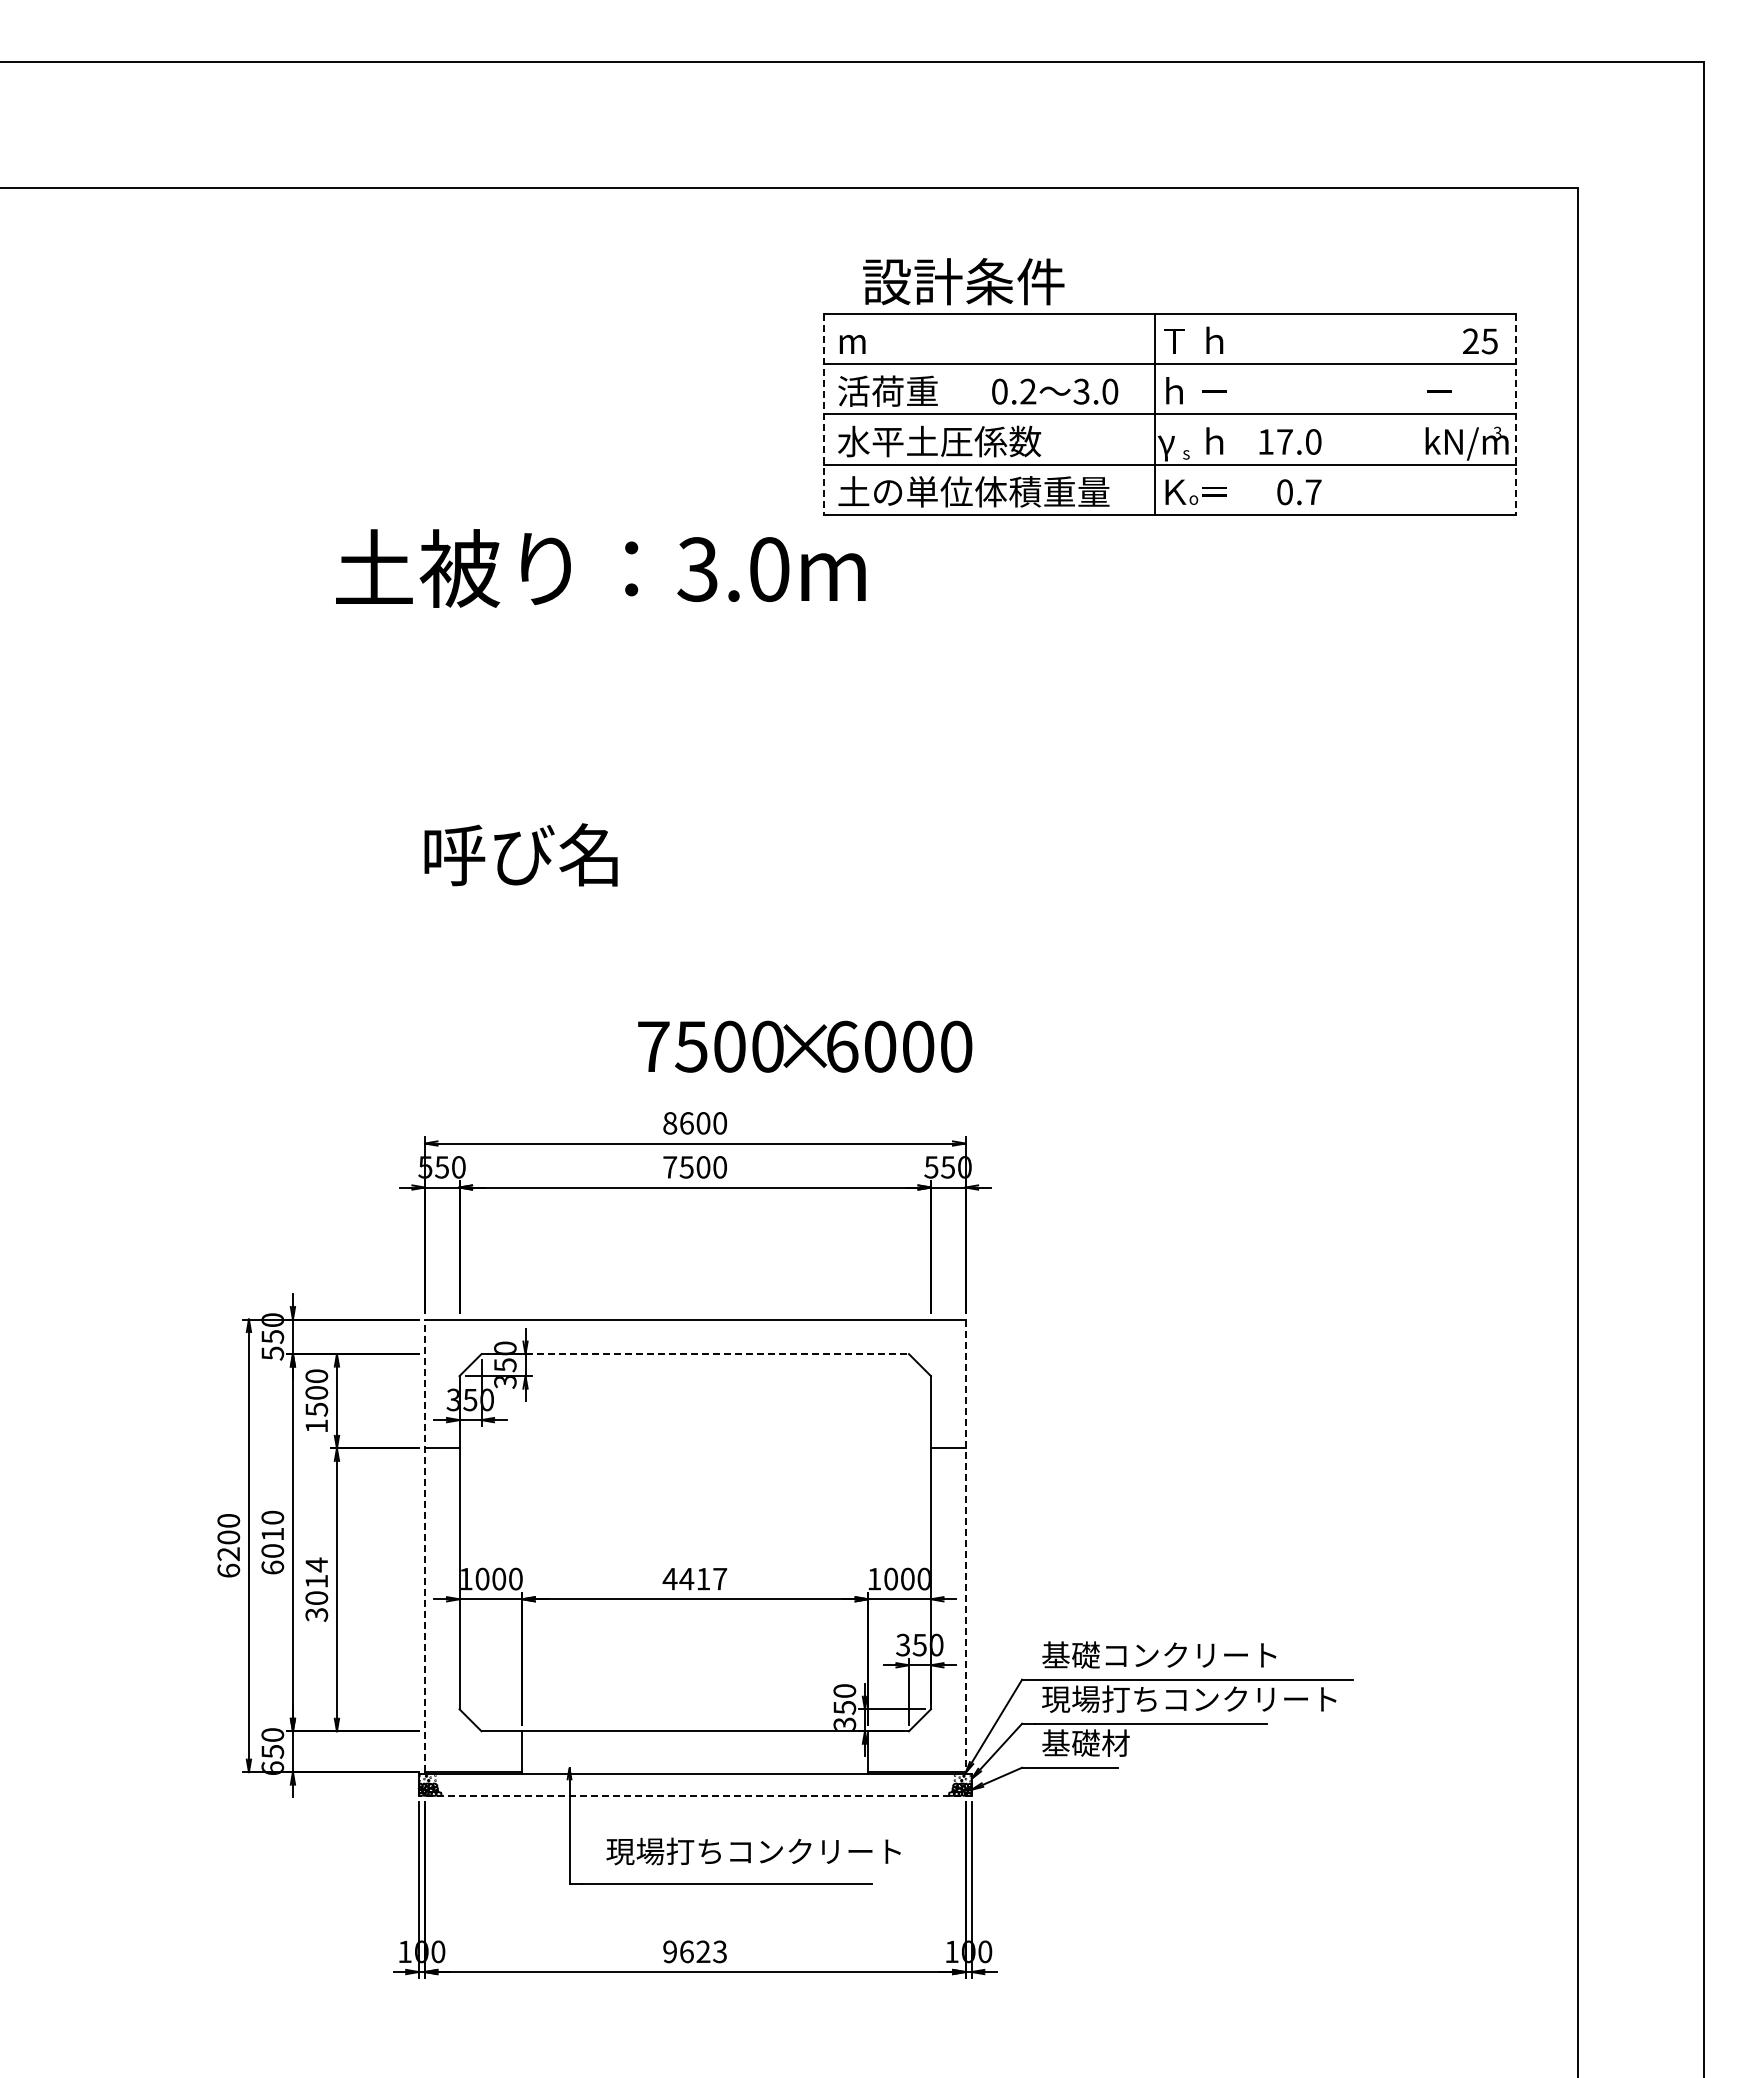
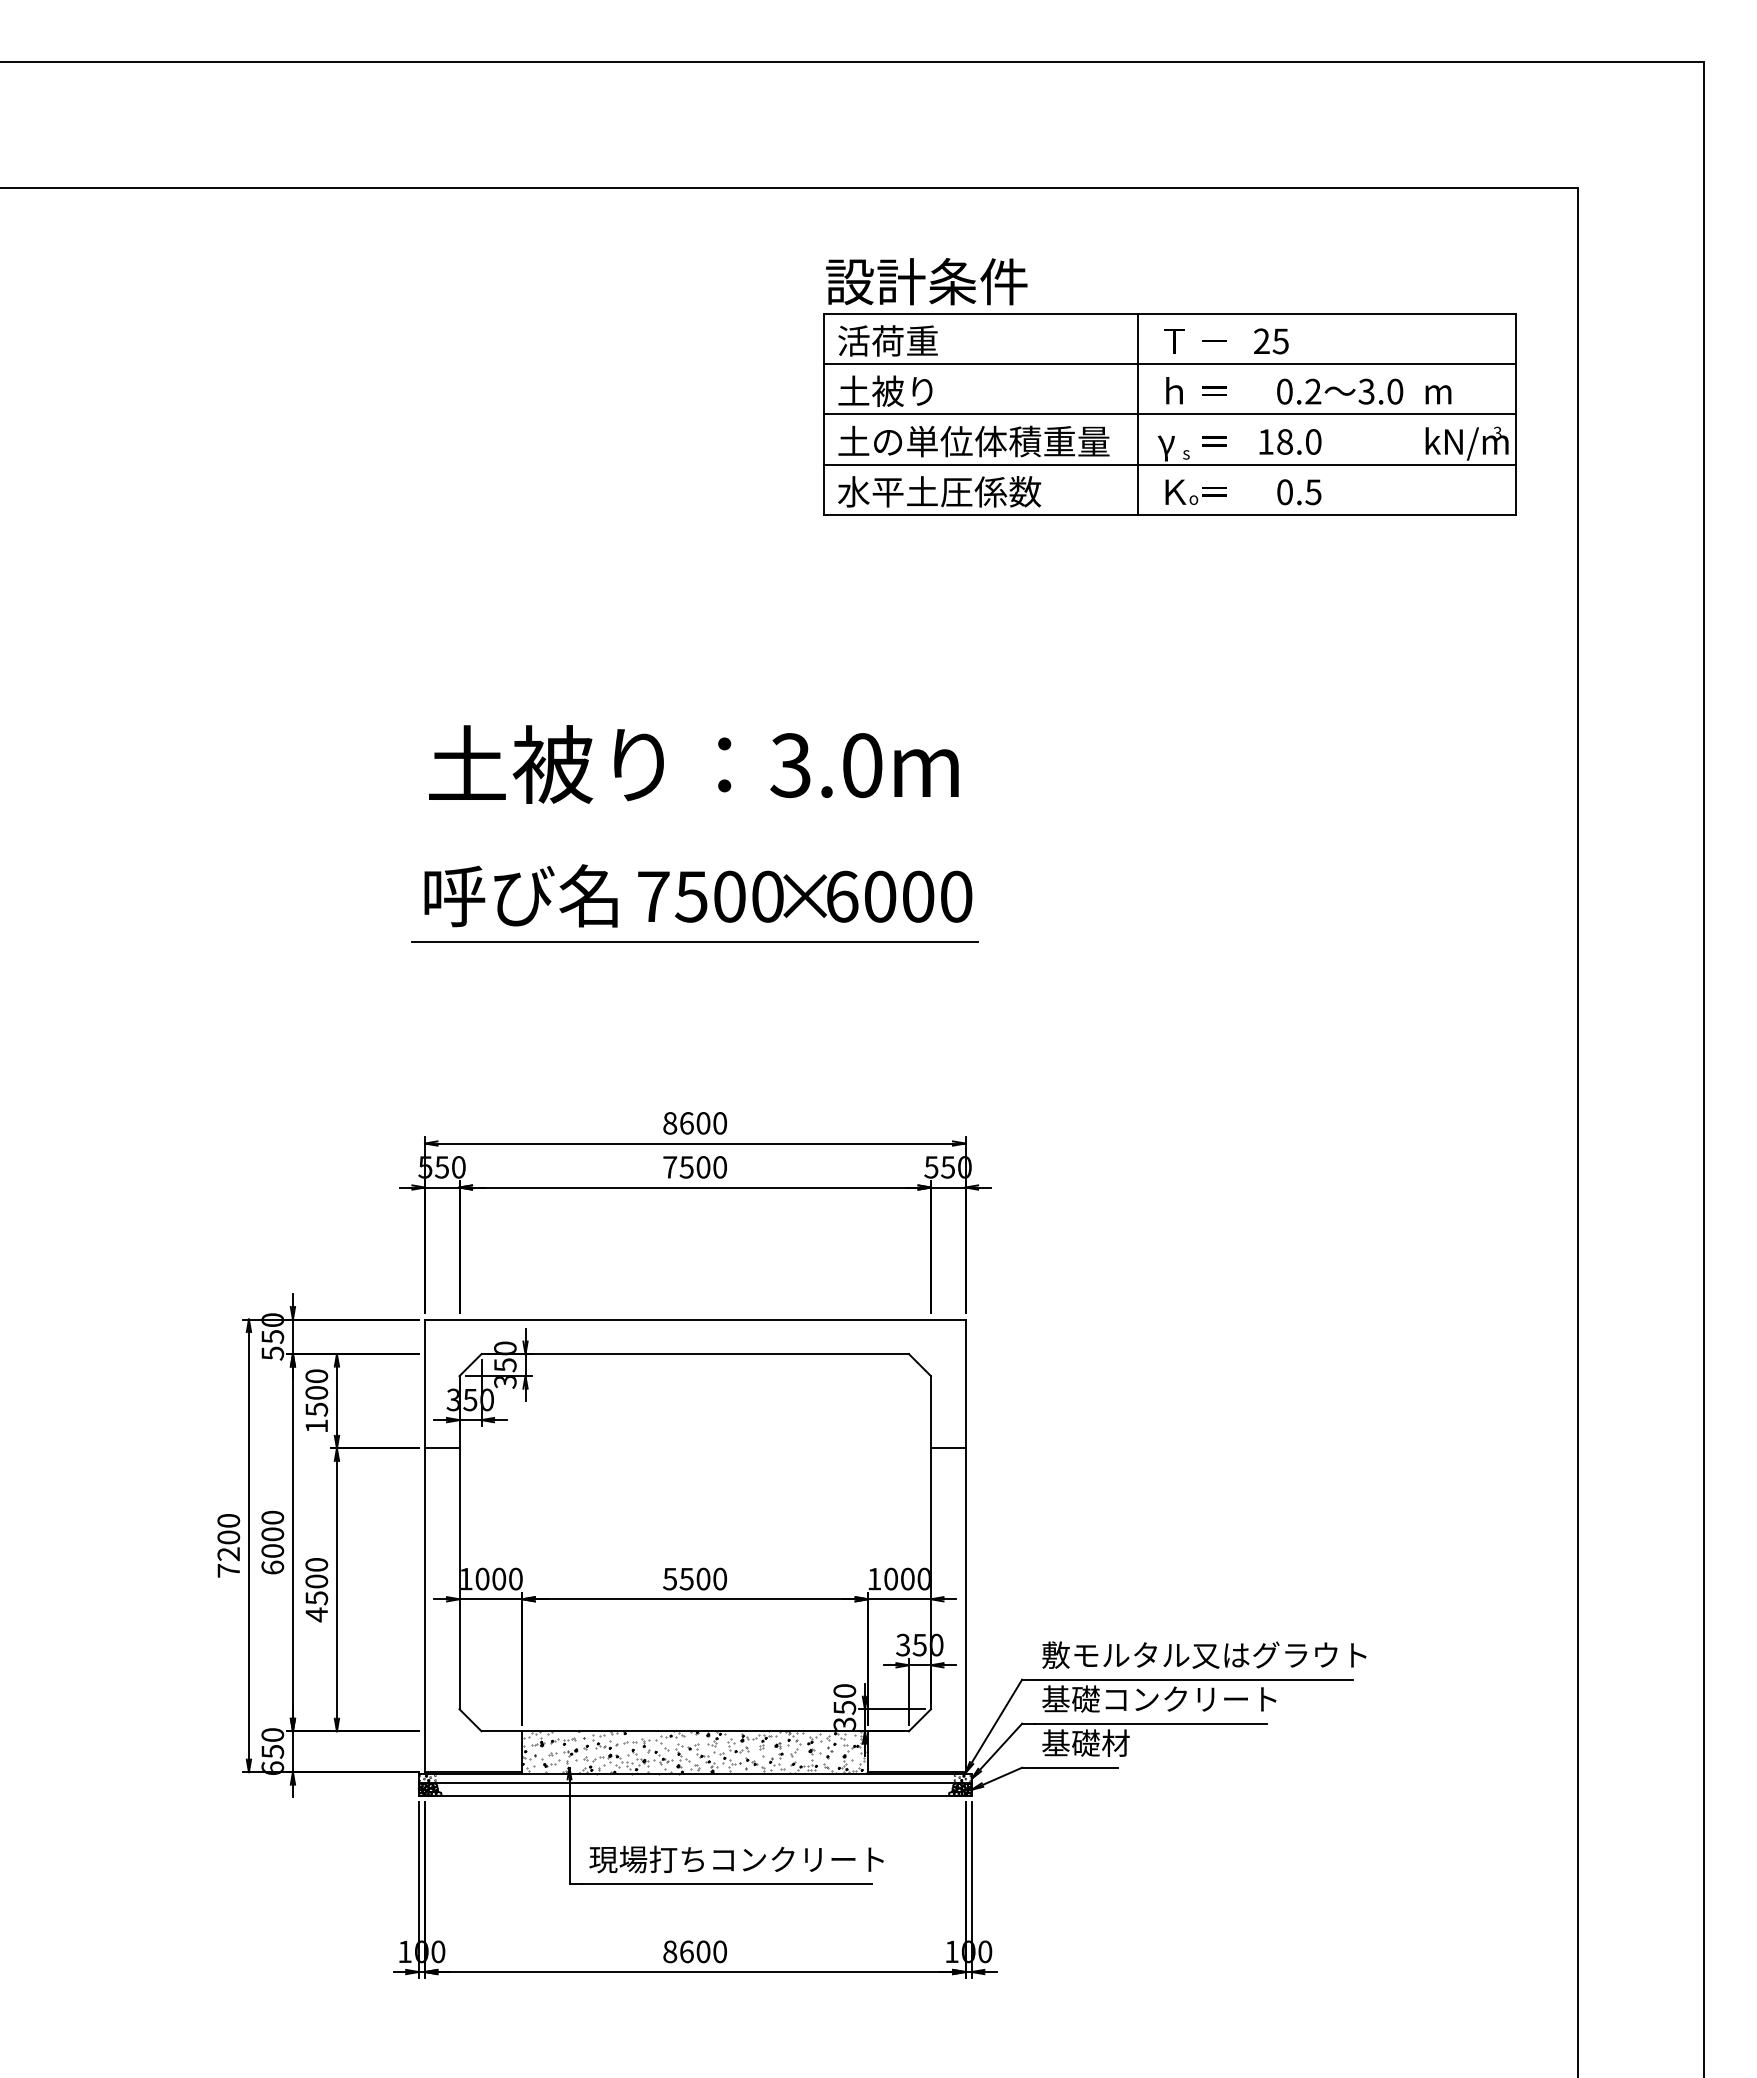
text at (963, 281) position: (963, 281) -> (926, 281)
text at (1214, 339): ｈ -> －
text at (887, 340): m -> 活荷重
text at (1480, 341) position: (1480, 341) -> (1271, 341)
text at (887, 390): 活荷重 -> 土被り
text at (1214, 390): － -> ＝
text at (1055, 391) position: (1055, 391) -> (1340, 391)
text at (1438, 394): － -> m
line at (1155, 413) position: (1155, 413) -> (1138, 413)
line at (824, 414): dashed -> solid
line at (1515, 414): dashed -> solid
text at (1214, 440): ｈ -> ＝
text at (973, 441): 水平土圧係数 -> 土の単位体積重量
text at (1284, 441): 17.0 -> 18.0
text at (973, 491): 土の単位体積重量 -> 水平土圧係数
text at (1313, 492): 0.7 -> 0.5
text at (600, 568) position: (600, 568) -> (693, 764)
text at (520, 854) position: (520, 854) -> (520, 895)
line at (695, 942): none -> present
text at (805, 1046) position: (805, 1046) -> (805, 896)
line at (695, 1354): dashed -> solid
text at (272, 1534): 6010 -> 6000
line at (424, 1545): dashed -> solid
line at (965, 1546): dashed -> solid
text at (228, 1570): 6200 -> 7200
text at (694, 1578): 4417 -> 5500
text at (316, 1589): 3014 -> 4500
text at (1204, 1654): 基礎コンクリート -> 敷モルタル又はグラウト
text at (1189, 1698): 現場打ちコンクリート -> 基礎コンクリート
hatch at (693, 1752): none -> present
line at (694, 1783): none -> present
line at (695, 1796): dashed -> solid
text at (753, 1851) position: (753, 1851) -> (736, 1859)
text at (694, 1951): 9623 -> 8600
